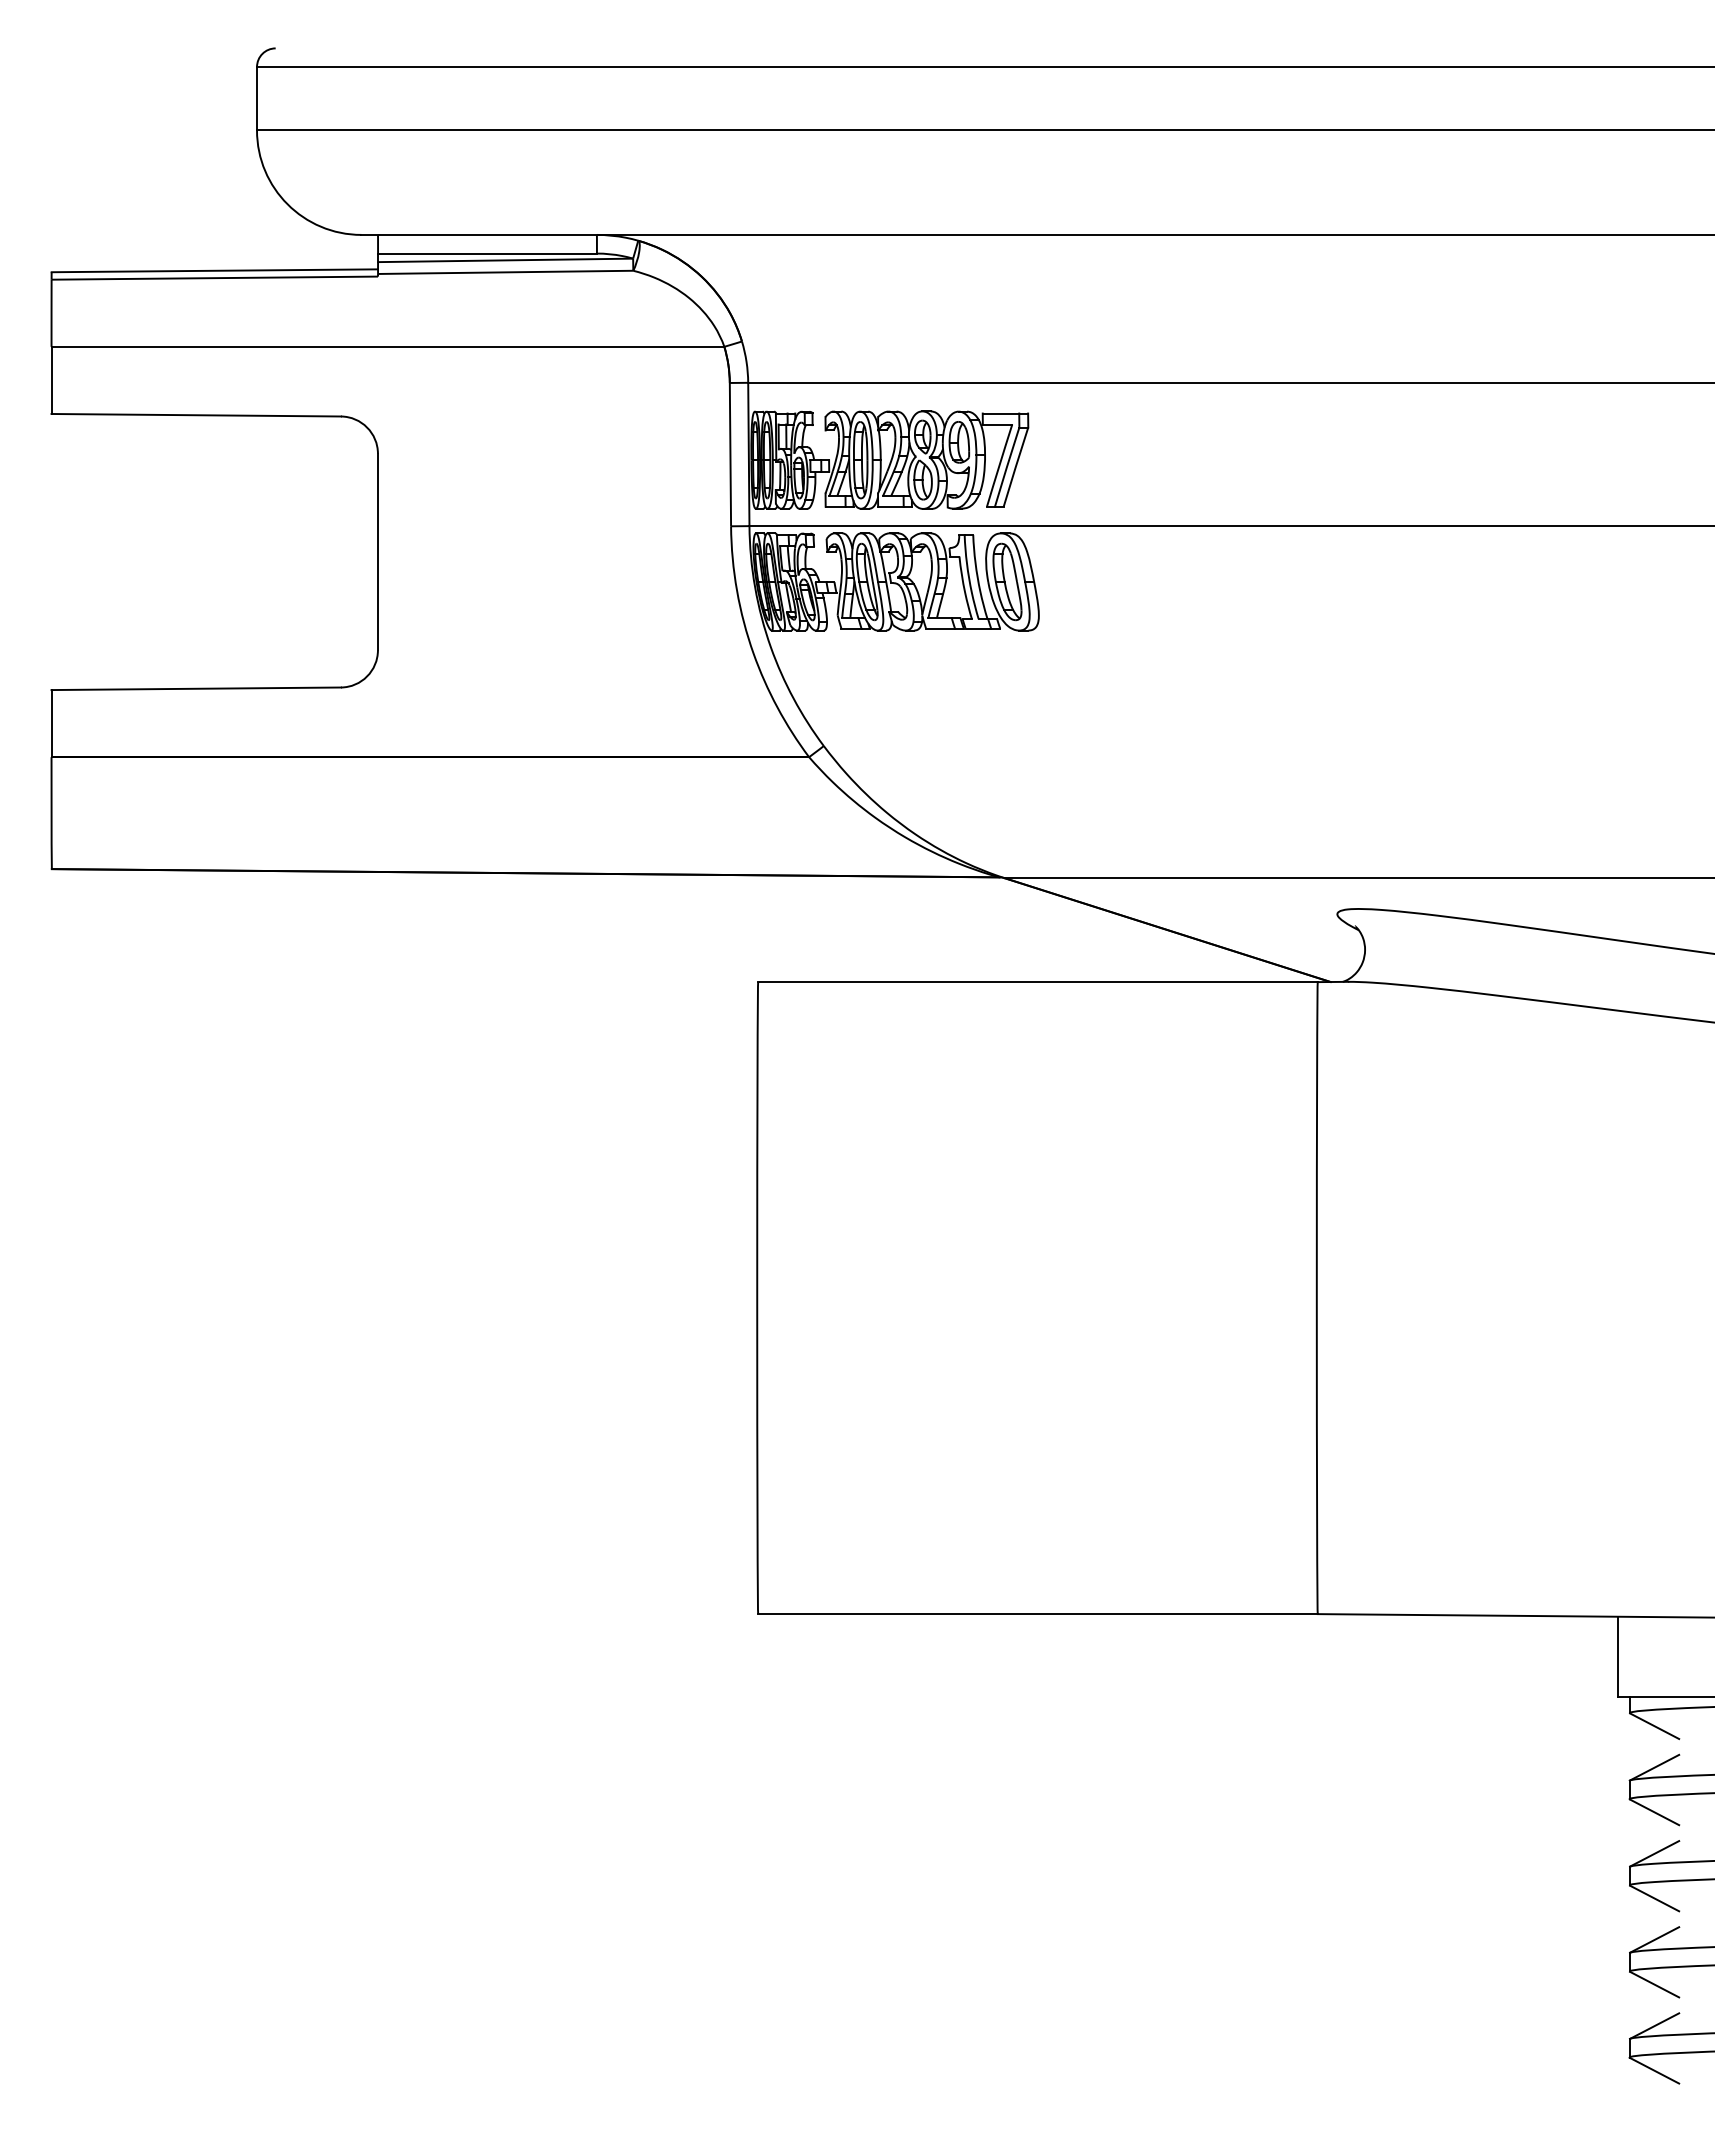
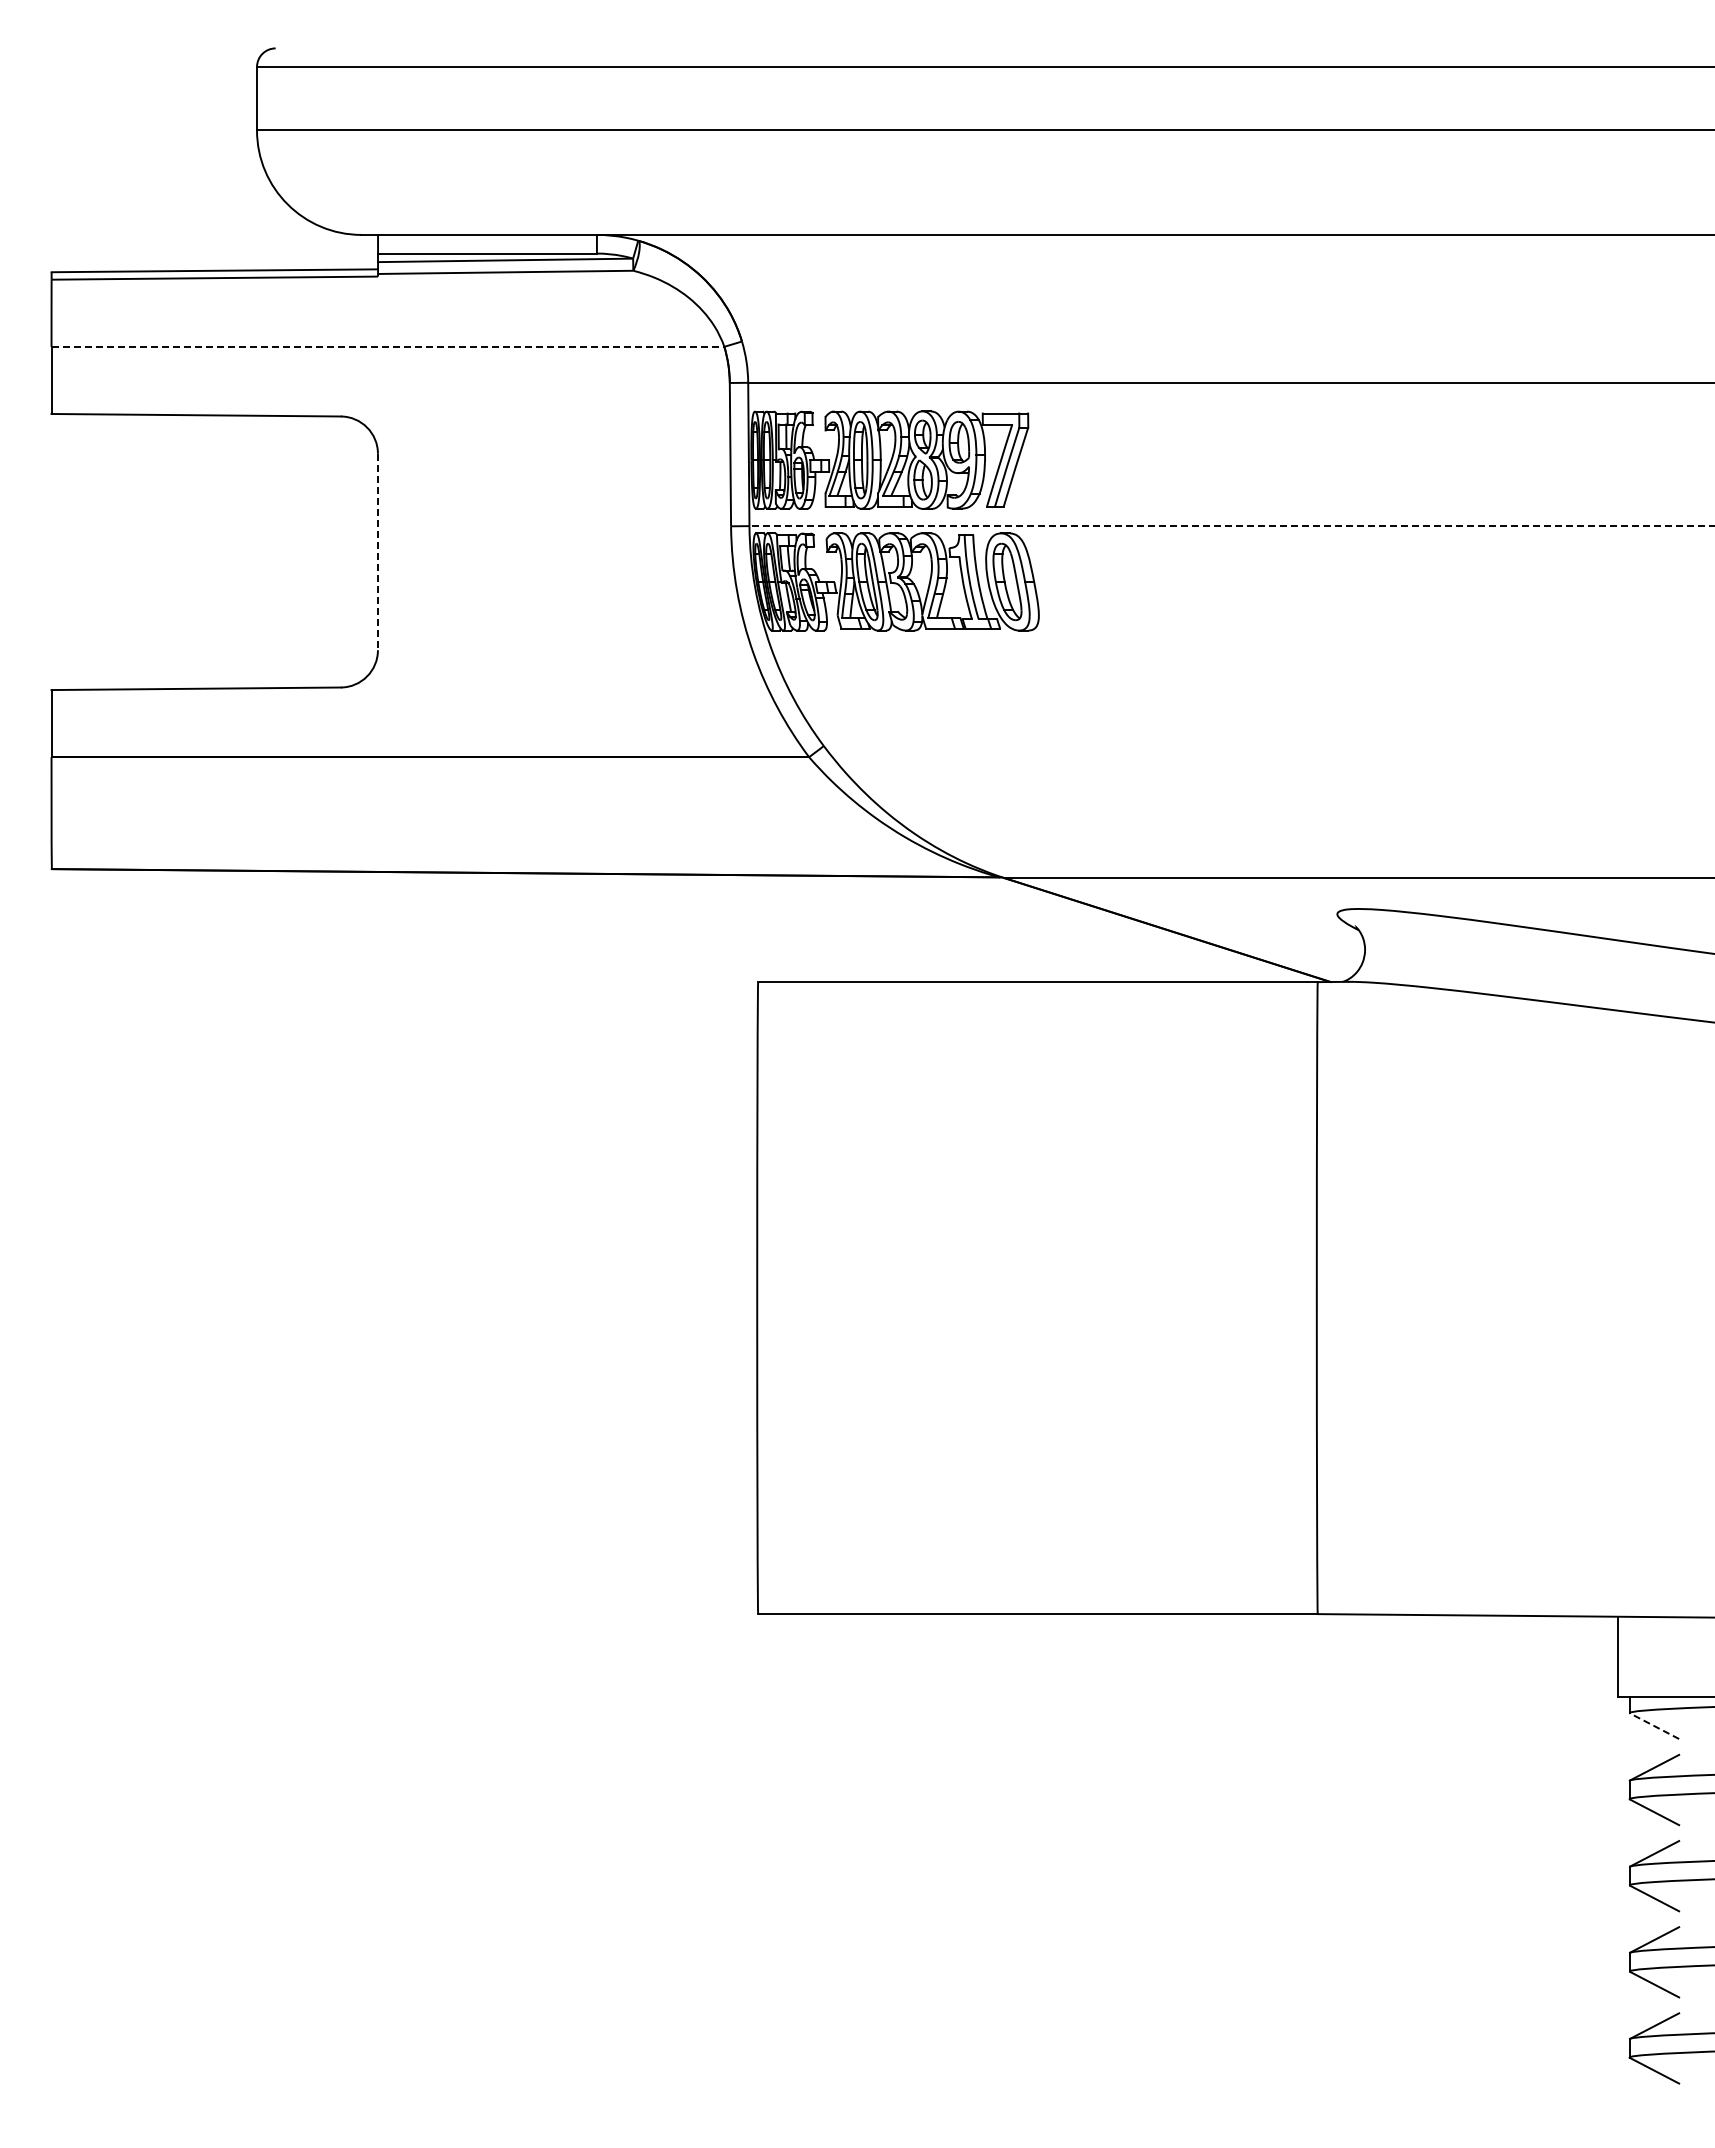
line at (388, 346): solid -> dashed
line at (1231, 526): solid -> dashed
line at (377, 552): solid -> dashed
line at (1654, 1726): solid -> dashed
